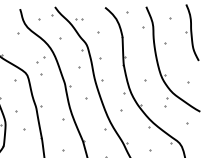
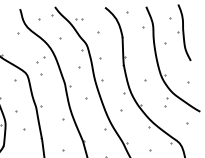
part at (192, 32) position: (192, 32) -> (184, 32)
